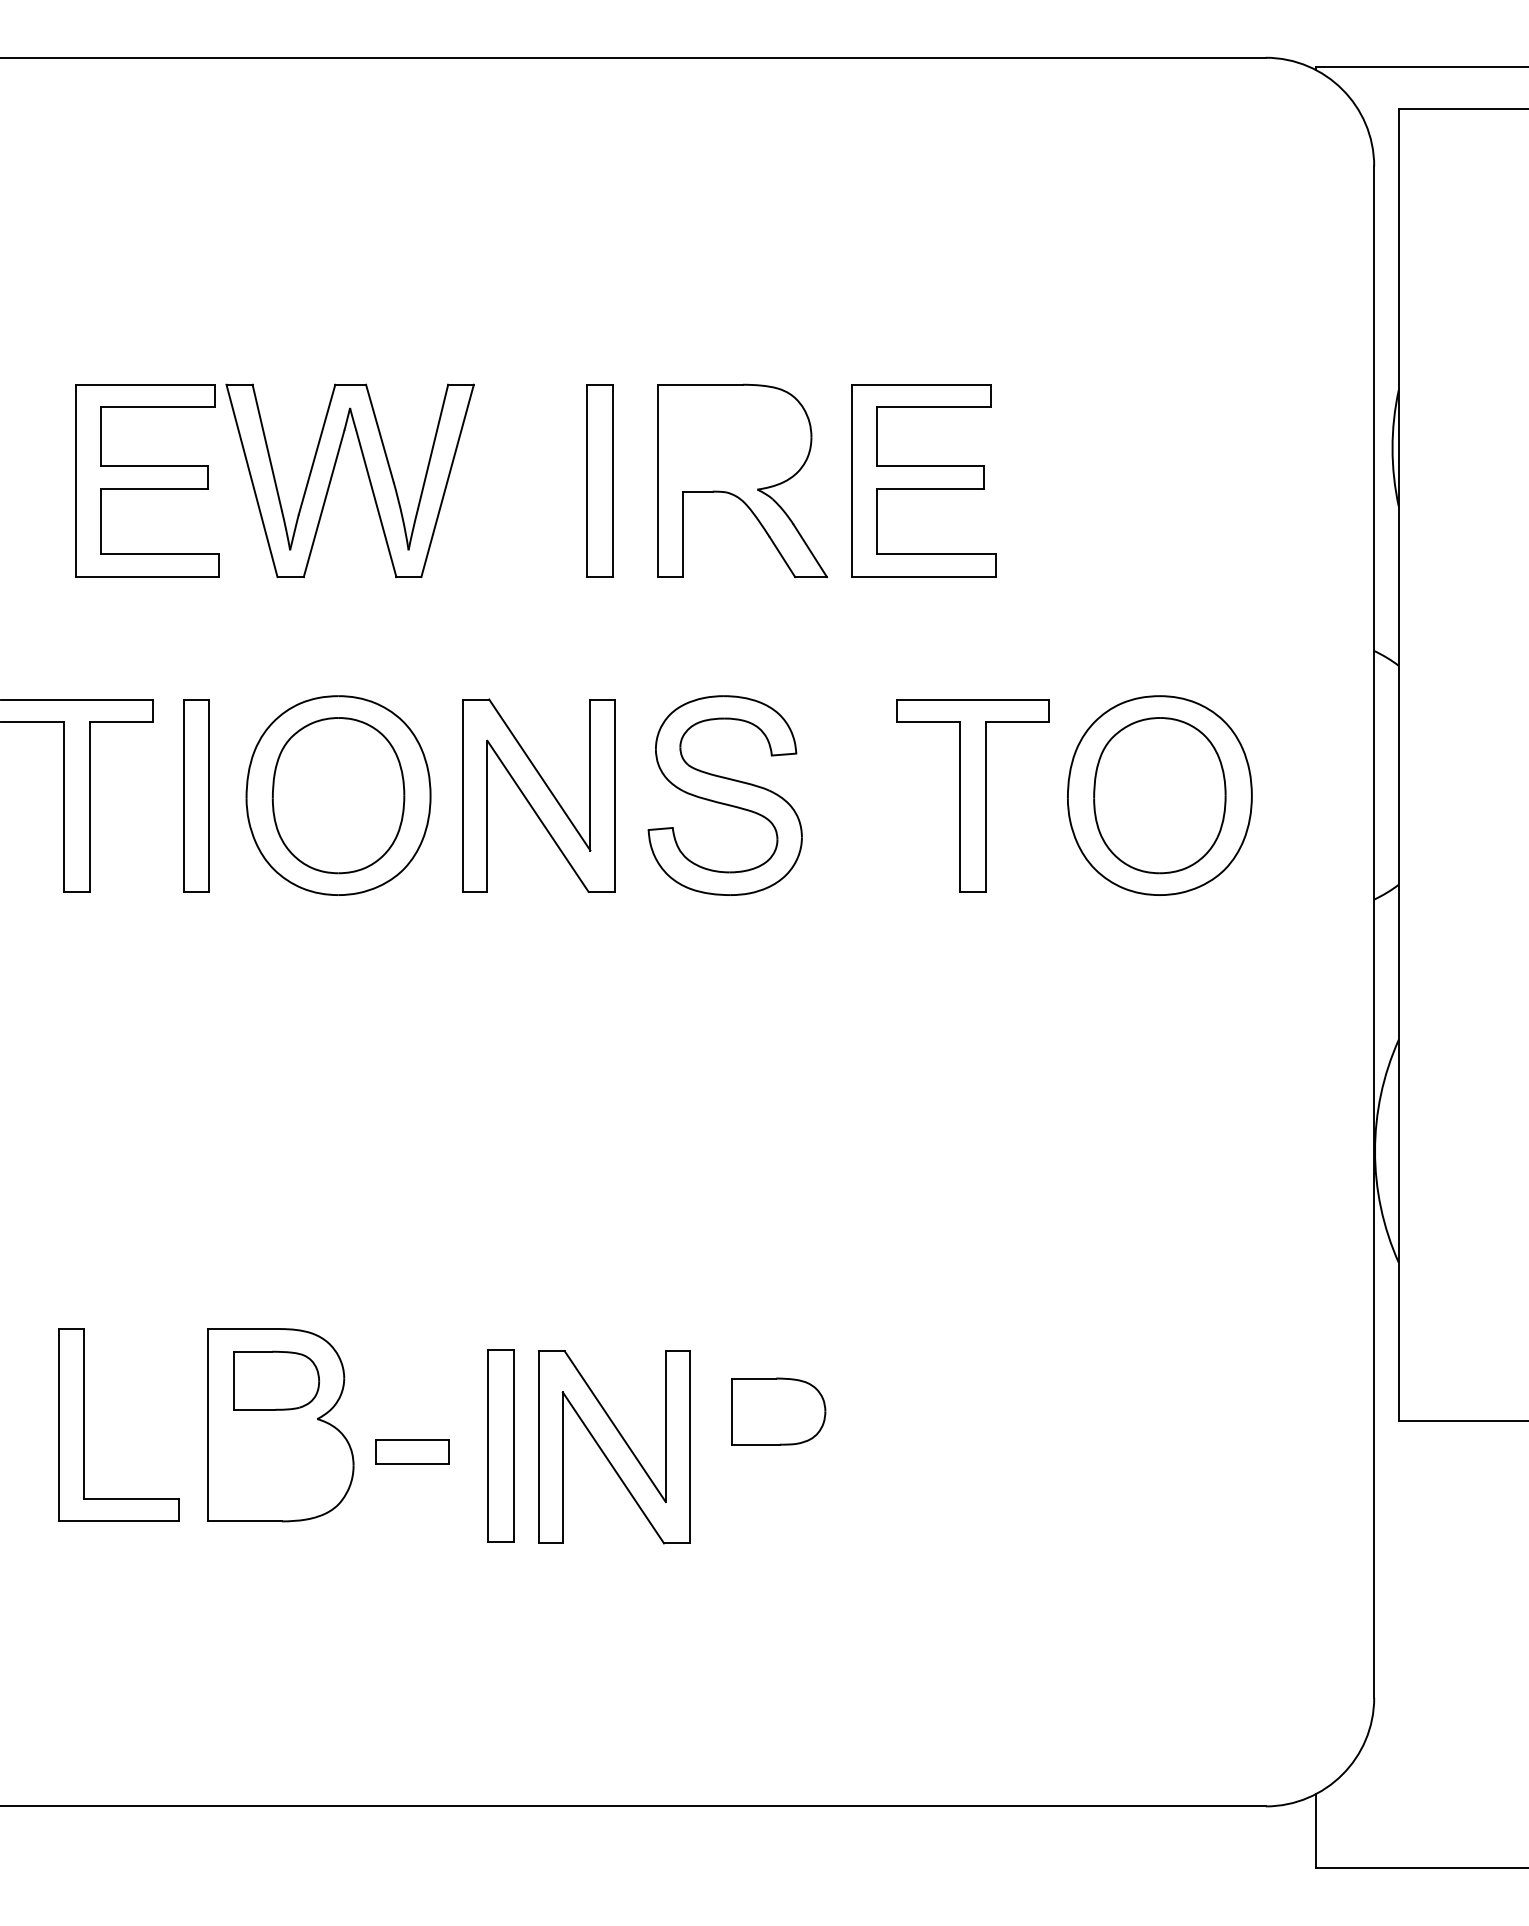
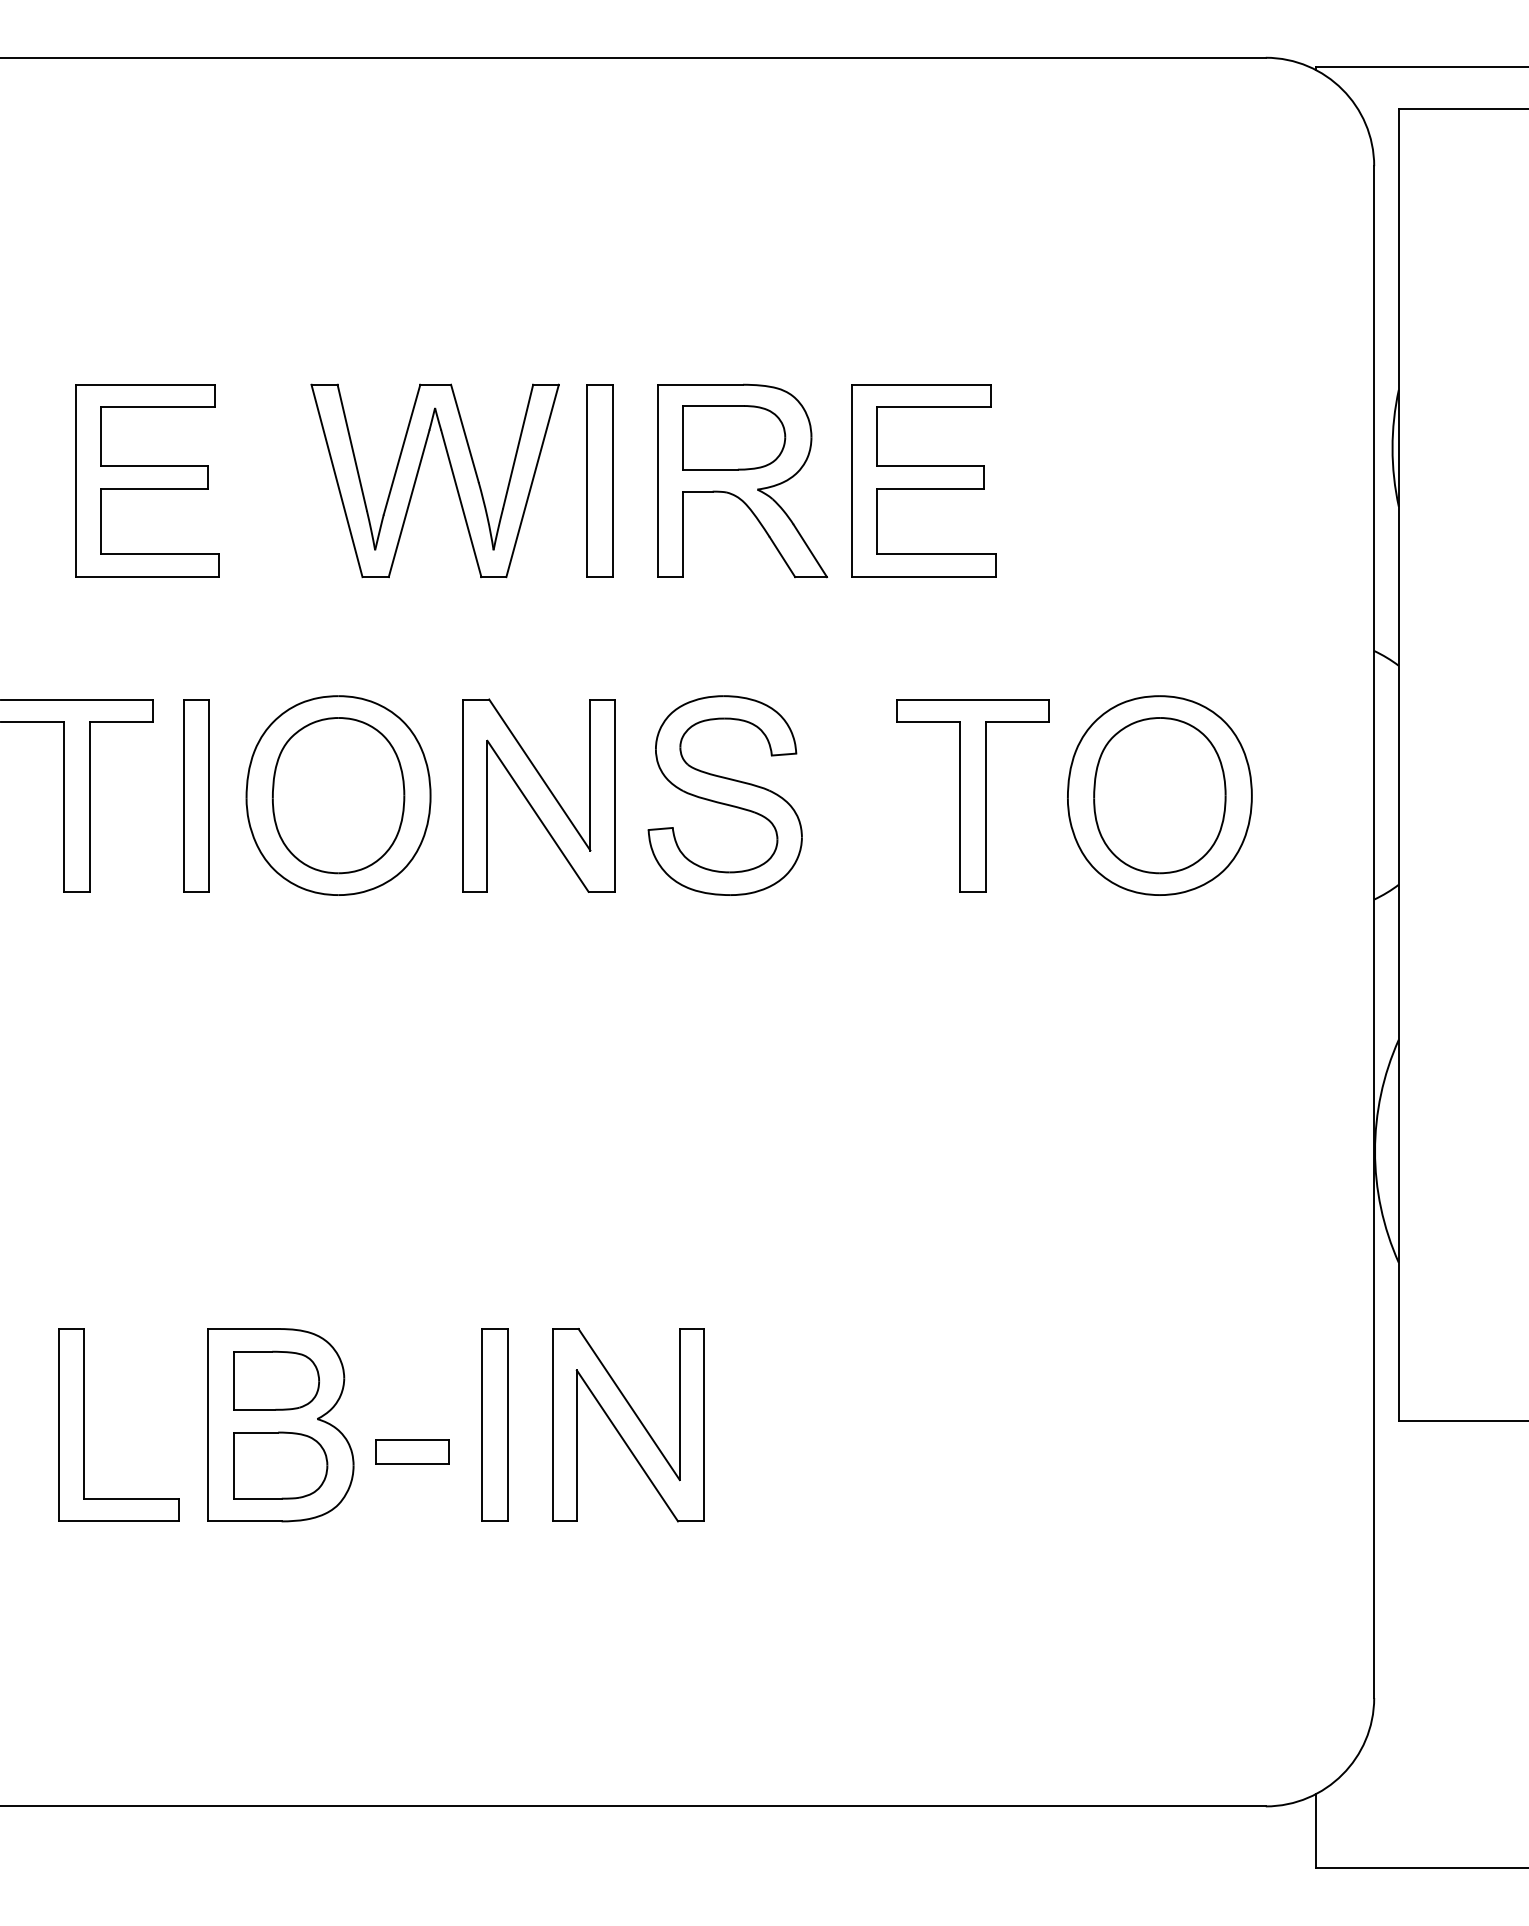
part at (734, 437): none -> present
part at (333, 474) position: (333, 474) -> (418, 474)
part at (778, 1411) position: (778, 1411) -> (280, 1465)
part at (500, 1445) position: (500, 1445) -> (494, 1424)
part at (614, 1447) position: (614, 1447) -> (628, 1425)
